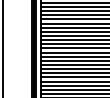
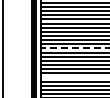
line at (74, 48): solid -> dashed
line at (73, 77): present -> none
